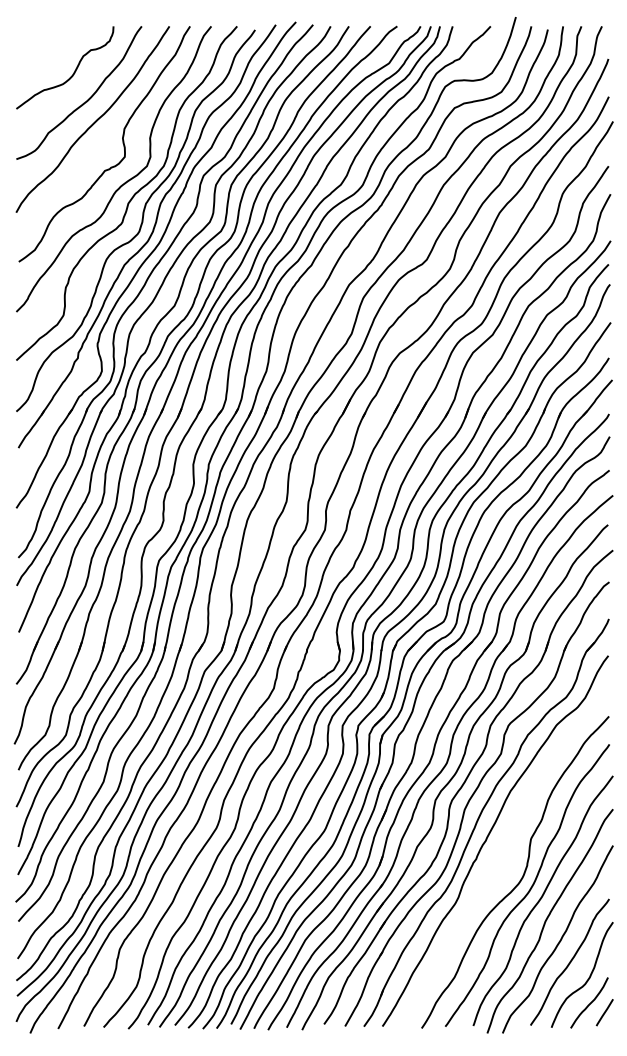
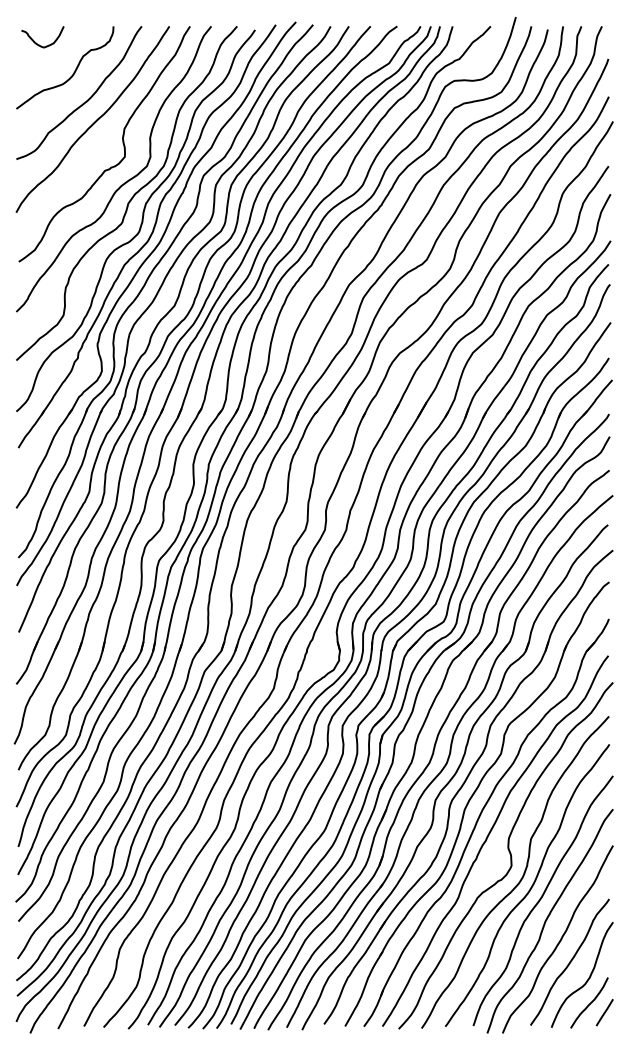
curve at (39, 44): none -> present
curve at (509, 854): none -> present
